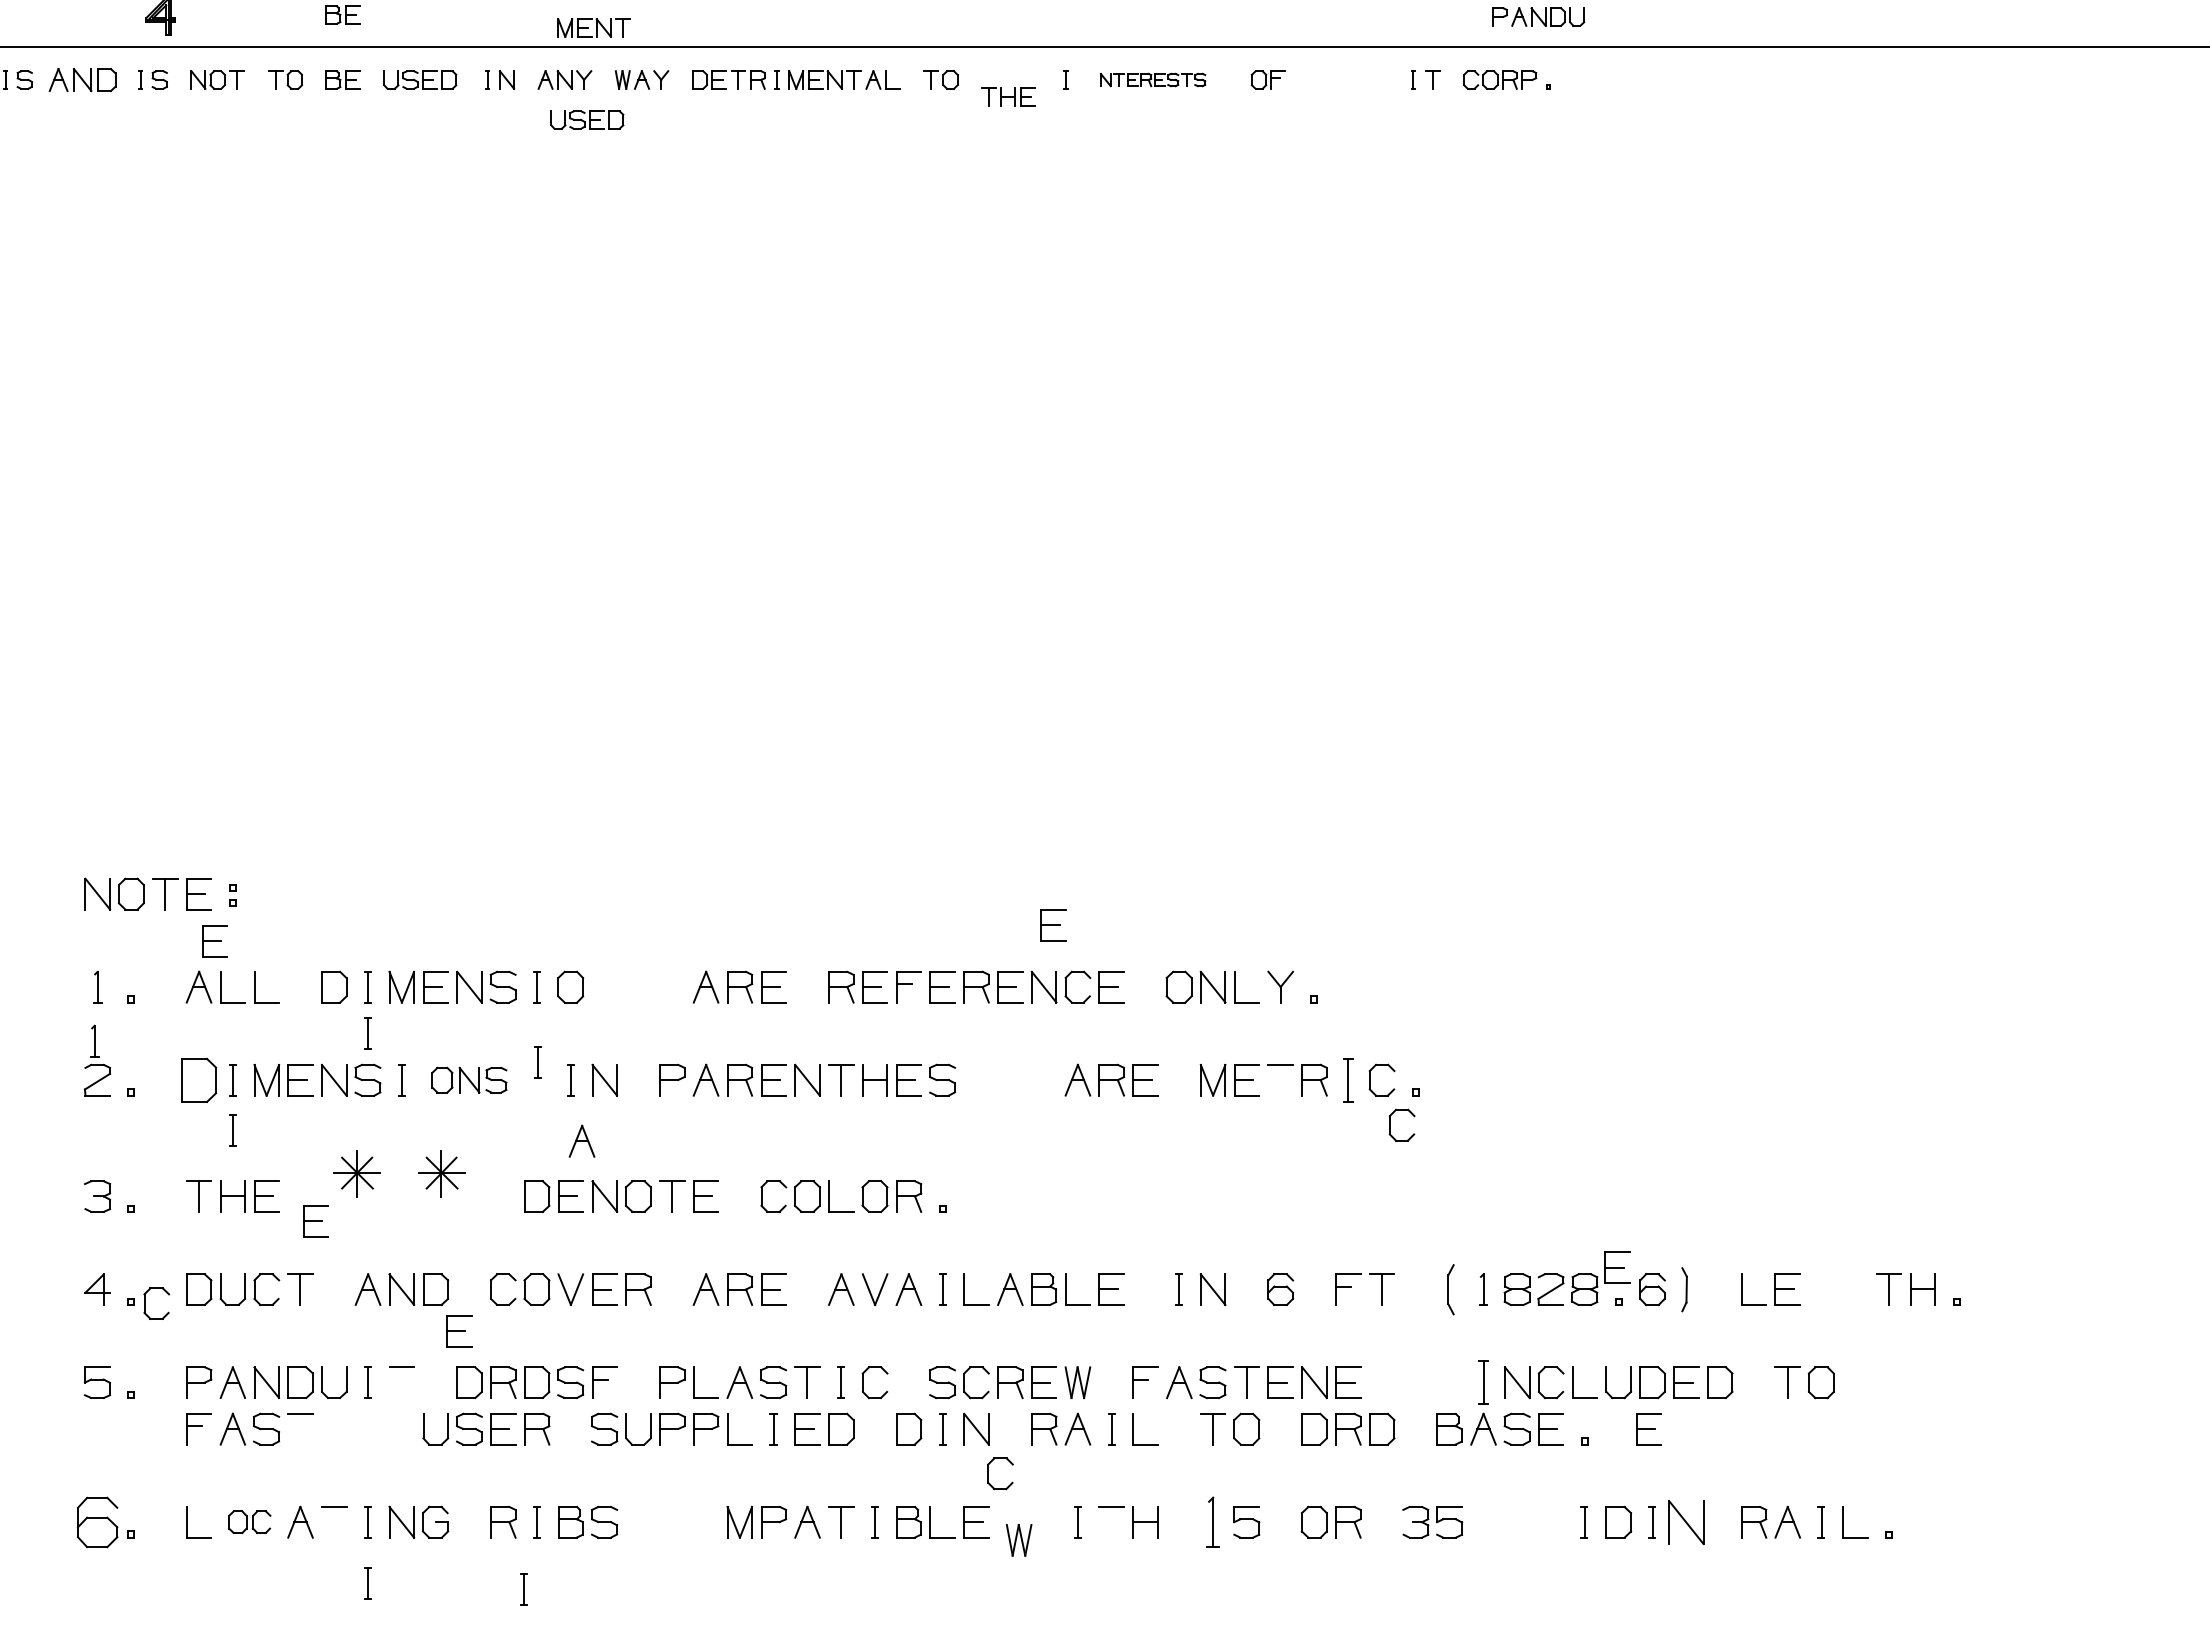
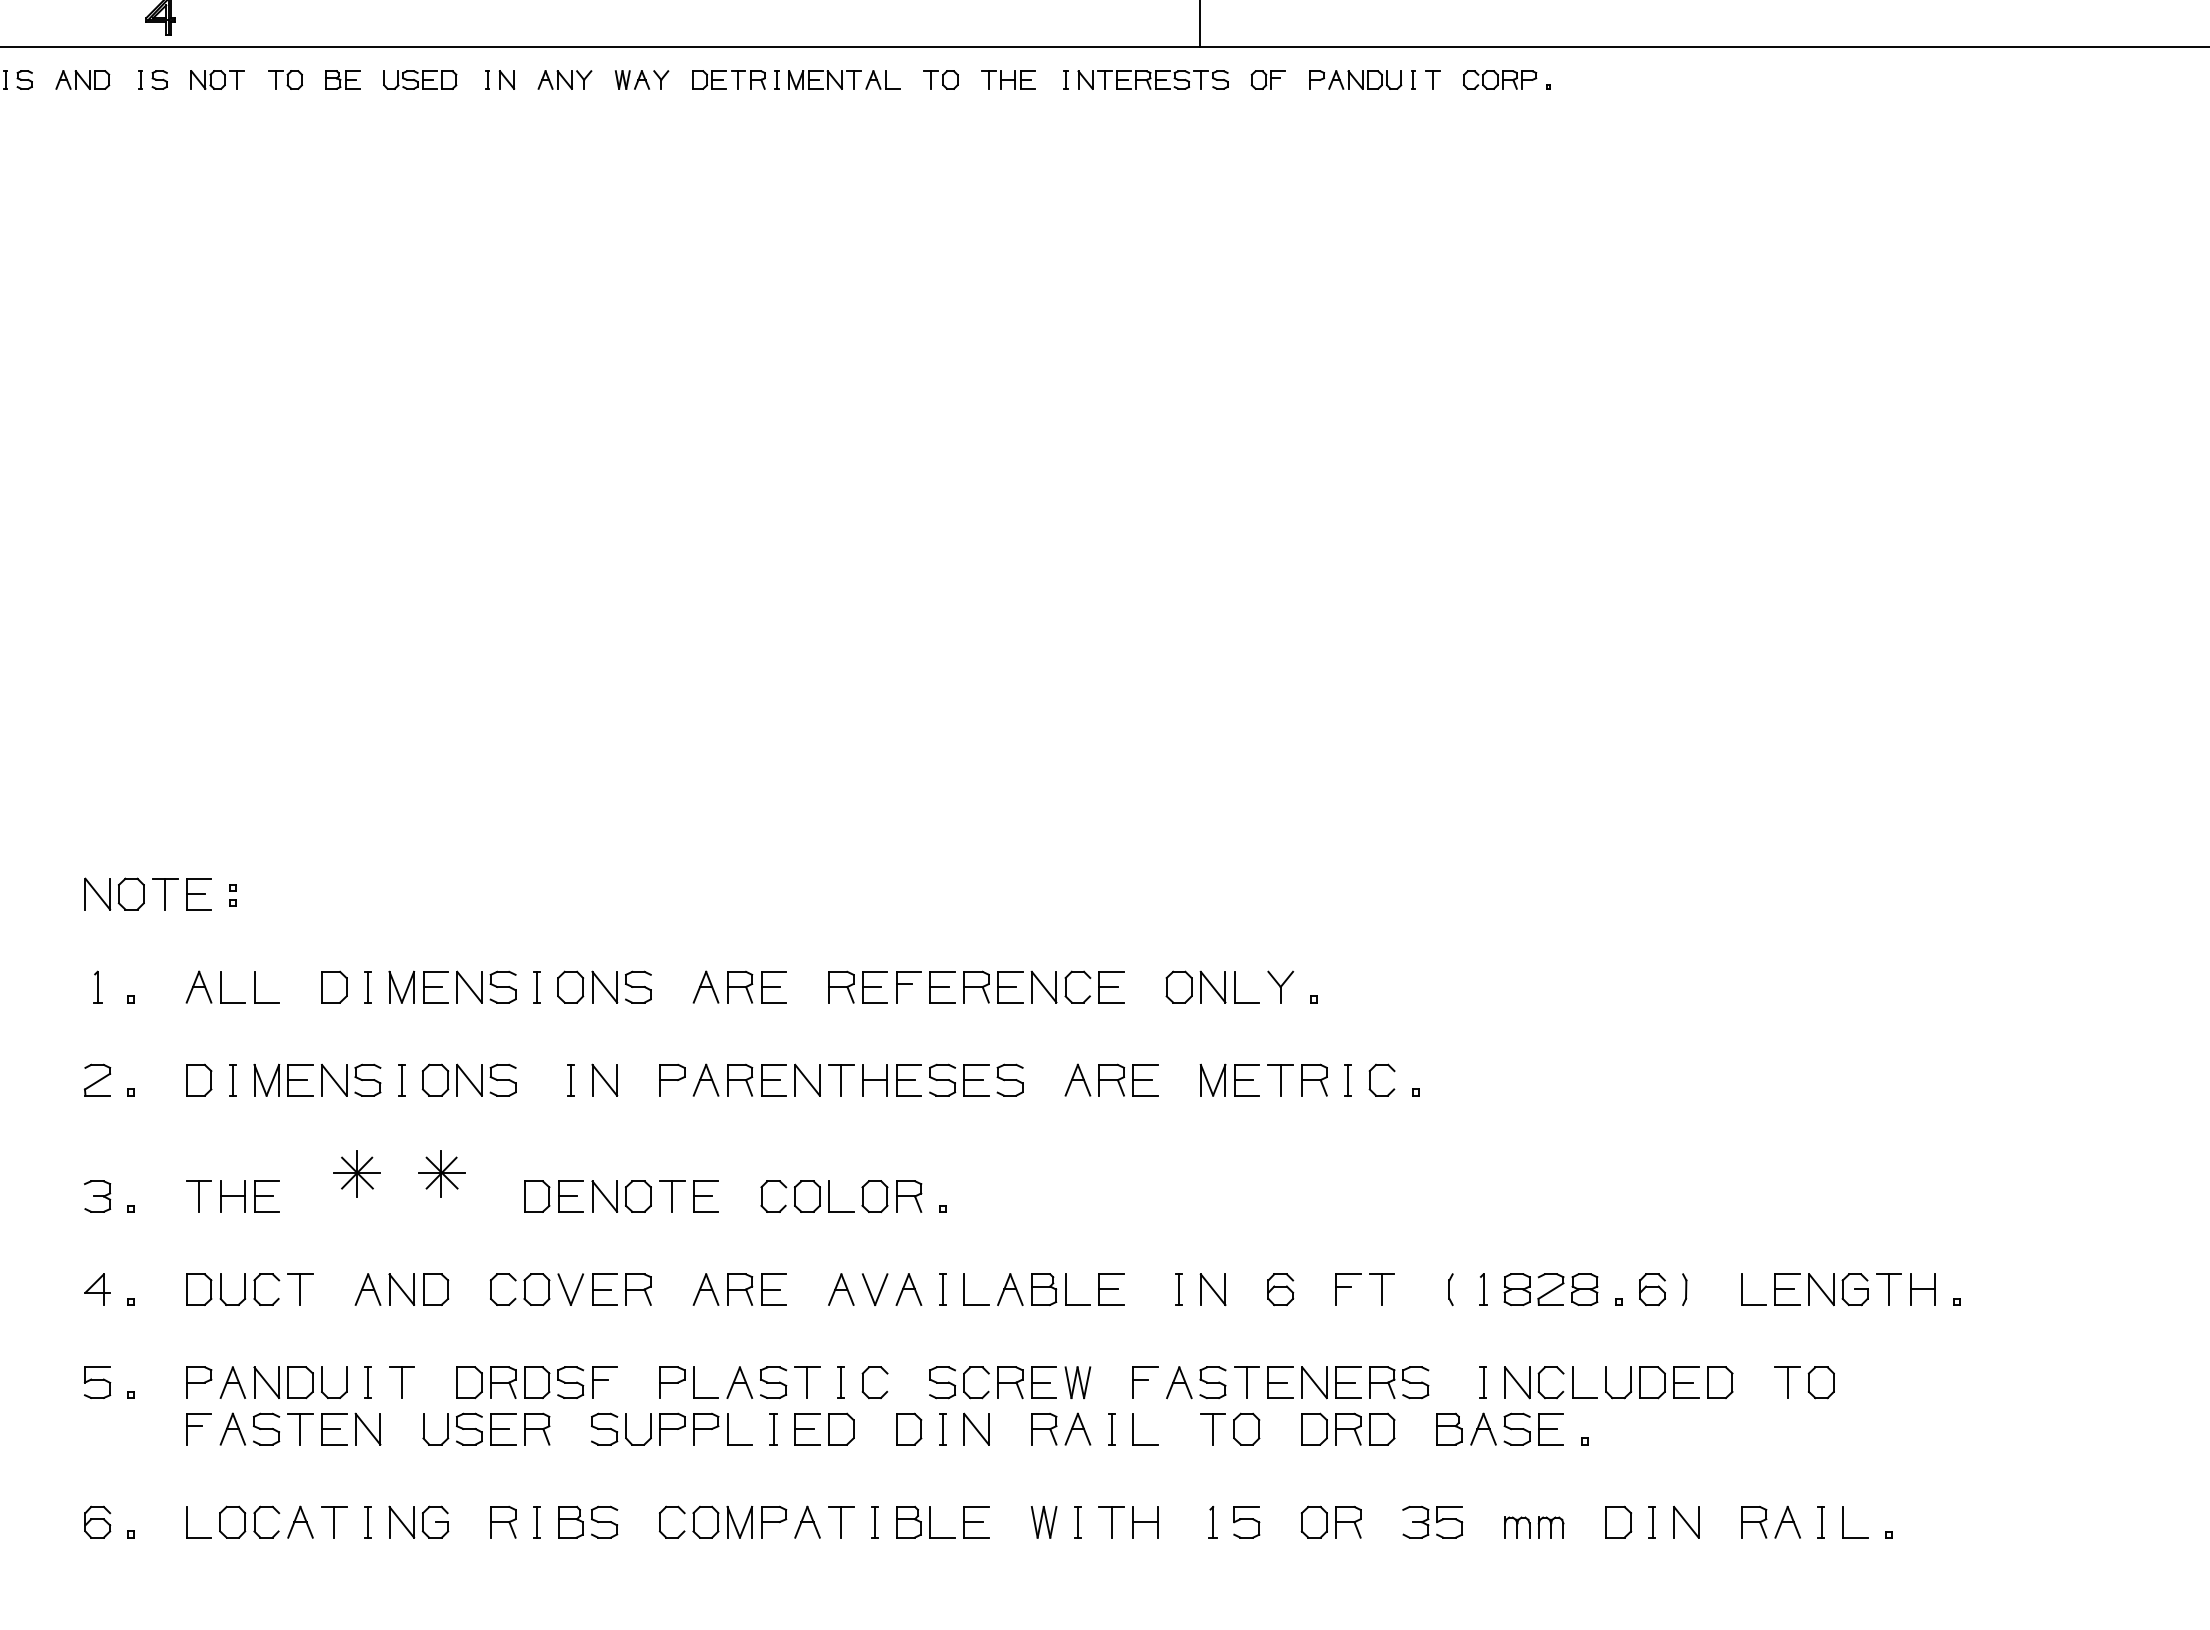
part at (342, 14): present -> none
part at (1538, 16) position: (1538, 16) -> (1355, 79)
line at (1200, 24): none -> present
part at (593, 27): present -> none
part at (82, 79) size: 69x26 px -> 56x20 px
part at (1152, 79) size: 108x16 px -> 152x20 px
part at (1008, 96) position: (1008, 96) -> (1008, 79)
part at (587, 119): present -> none
part at (1053, 925): present -> none
part at (214, 941): present -> none
part at (621, 986): none -> present
part at (367, 1033): present -> none
part at (94, 1040): present -> none
part at (537, 1062): present -> none
part at (469, 1079) size: 77x28 px -> 95x34 px
part at (993, 1079): none -> present
line at (1280, 1079): none -> present
part at (199, 1080) size: 37x45 px -> 27x34 px
part at (1348, 1080) size: 11x45 px -> 8x33 px
part at (1390, 1124): present -> none
part at (232, 1130): present -> none
part at (581, 1140): present -> none
part at (315, 1221): present -> none
part at (1617, 1267): present -> none
part at (1450, 1289) size: 8x52 px -> 6x33 px
part at (1684, 1289) size: 7x46 px -> 6x33 px
part at (1838, 1289): none -> present
part at (145, 1303): present -> none
part at (459, 1331): present -> none
line at (401, 1382): none -> present
part at (1399, 1382): none -> present
part at (1483, 1382) size: 11x45 px -> 8x33 px
line at (300, 1428): none -> present
part at (351, 1428): none -> present
part at (1648, 1429): present -> none
part at (988, 1473): present -> none
line at (334, 1521): none -> present
part at (689, 1521): none -> present
line at (1111, 1521): none -> present
part at (1212, 1521) size: 14x52 px -> 10x33 px
part at (1686, 1521) size: 37x46 px -> 27x34 px
part at (97, 1522) size: 43x53 px -> 28x34 px
part at (249, 1522) size: 44x25 px -> 62x34 px
part at (1583, 1522): present -> none
part at (1534, 1527): none -> present
part at (1018, 1540) position: (1018, 1540) -> (1043, 1522)
part at (367, 1583): present -> none
part at (523, 1589): present -> none
